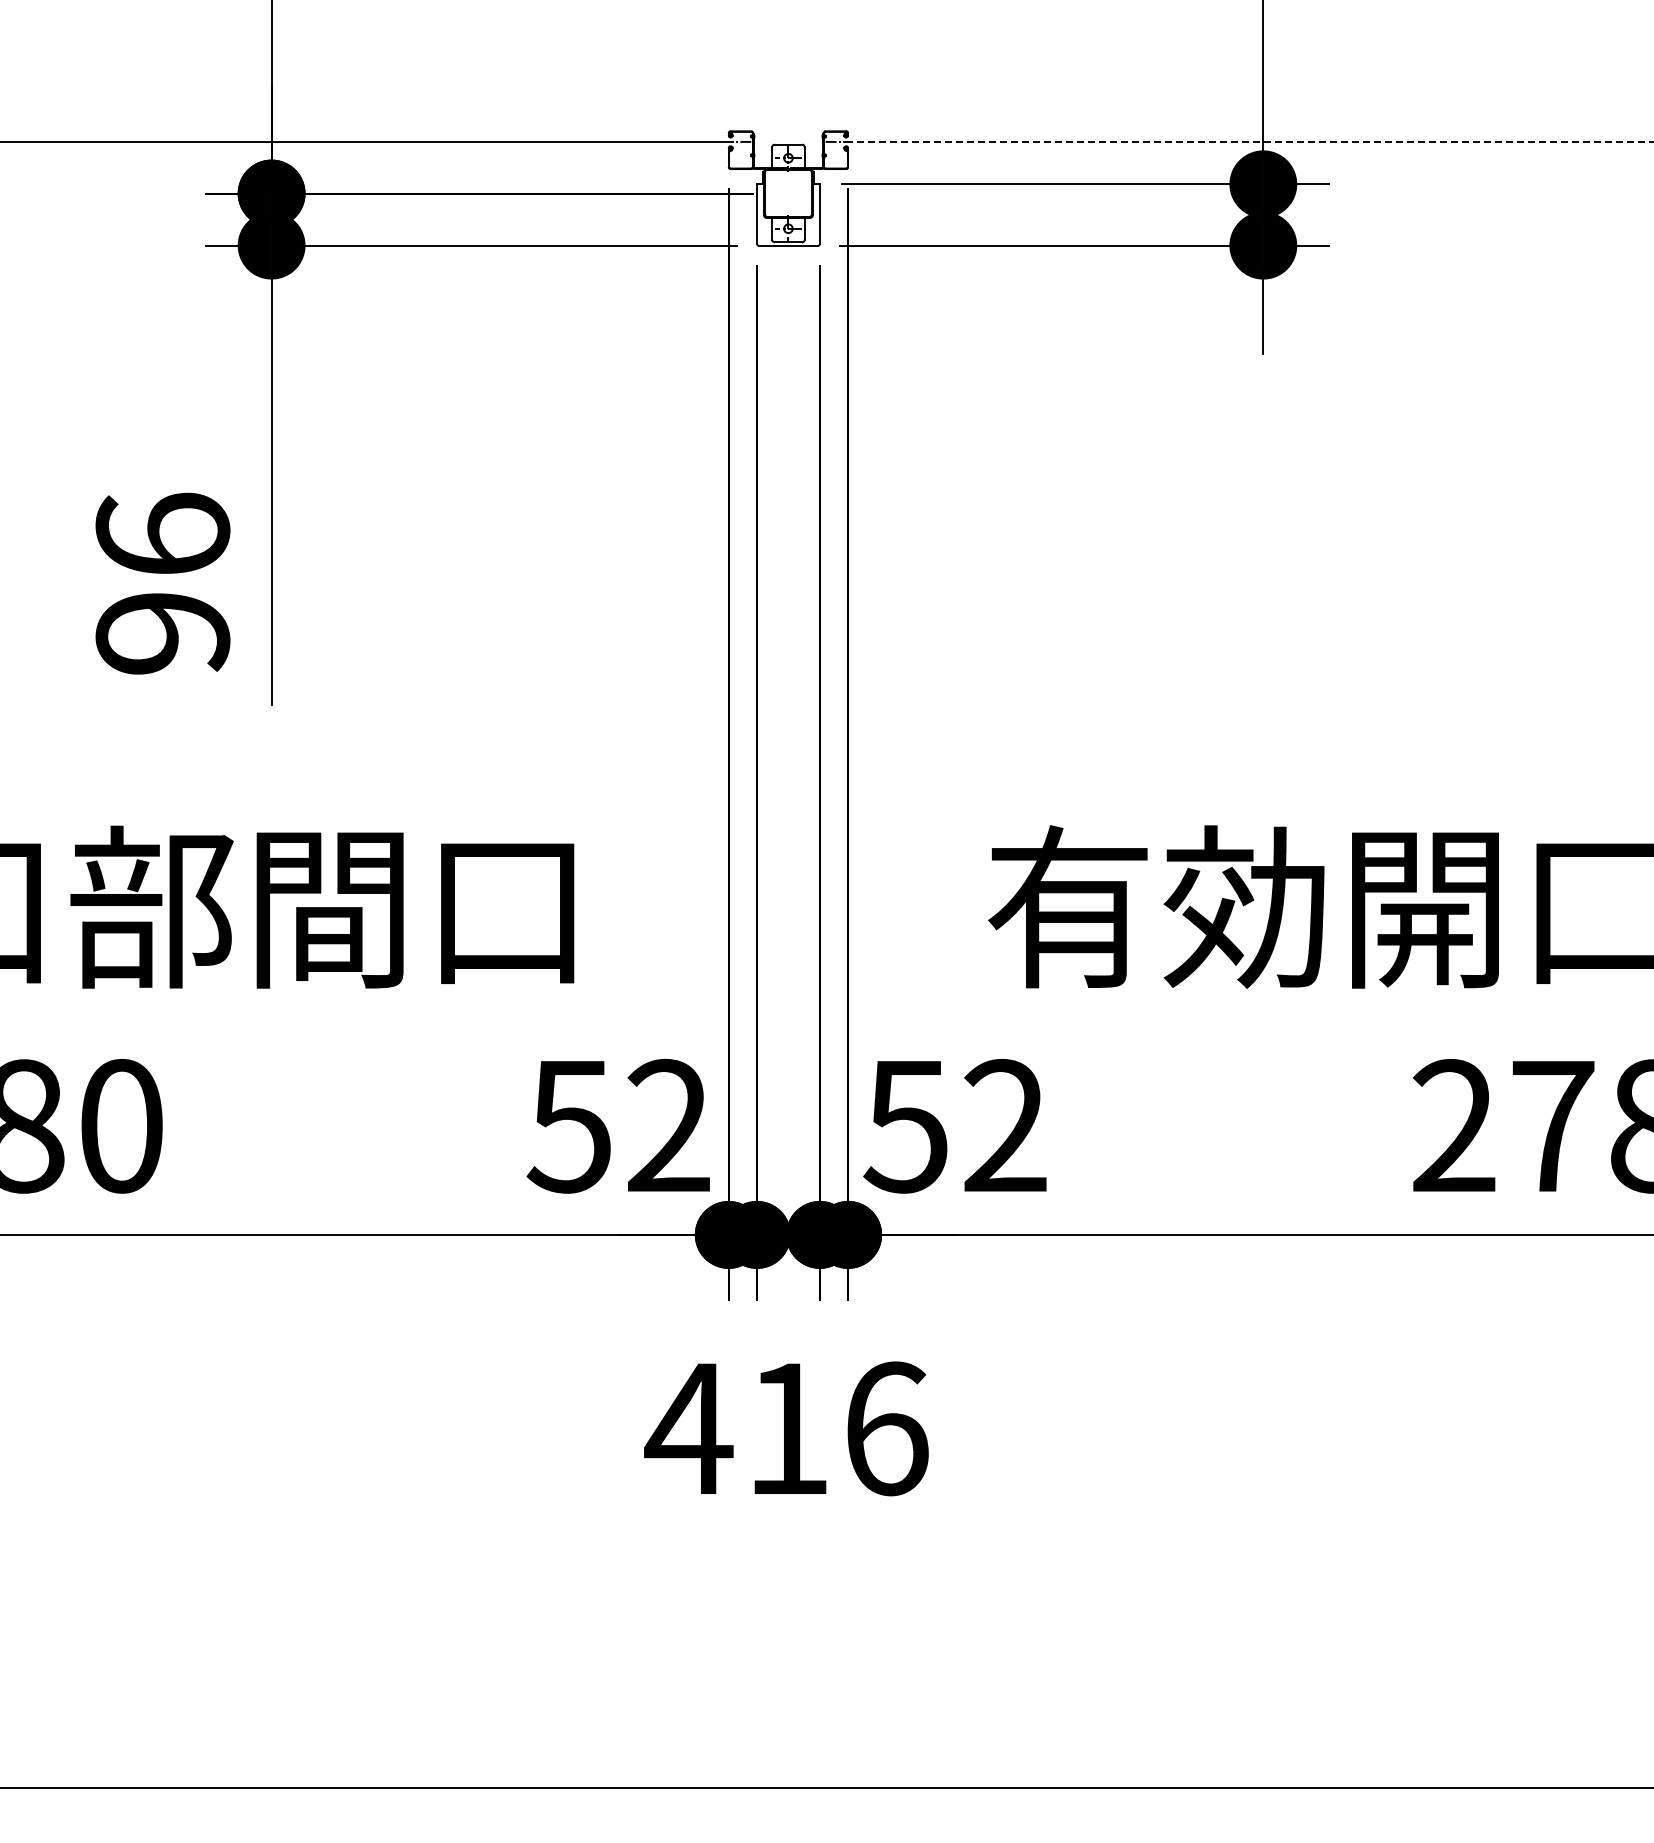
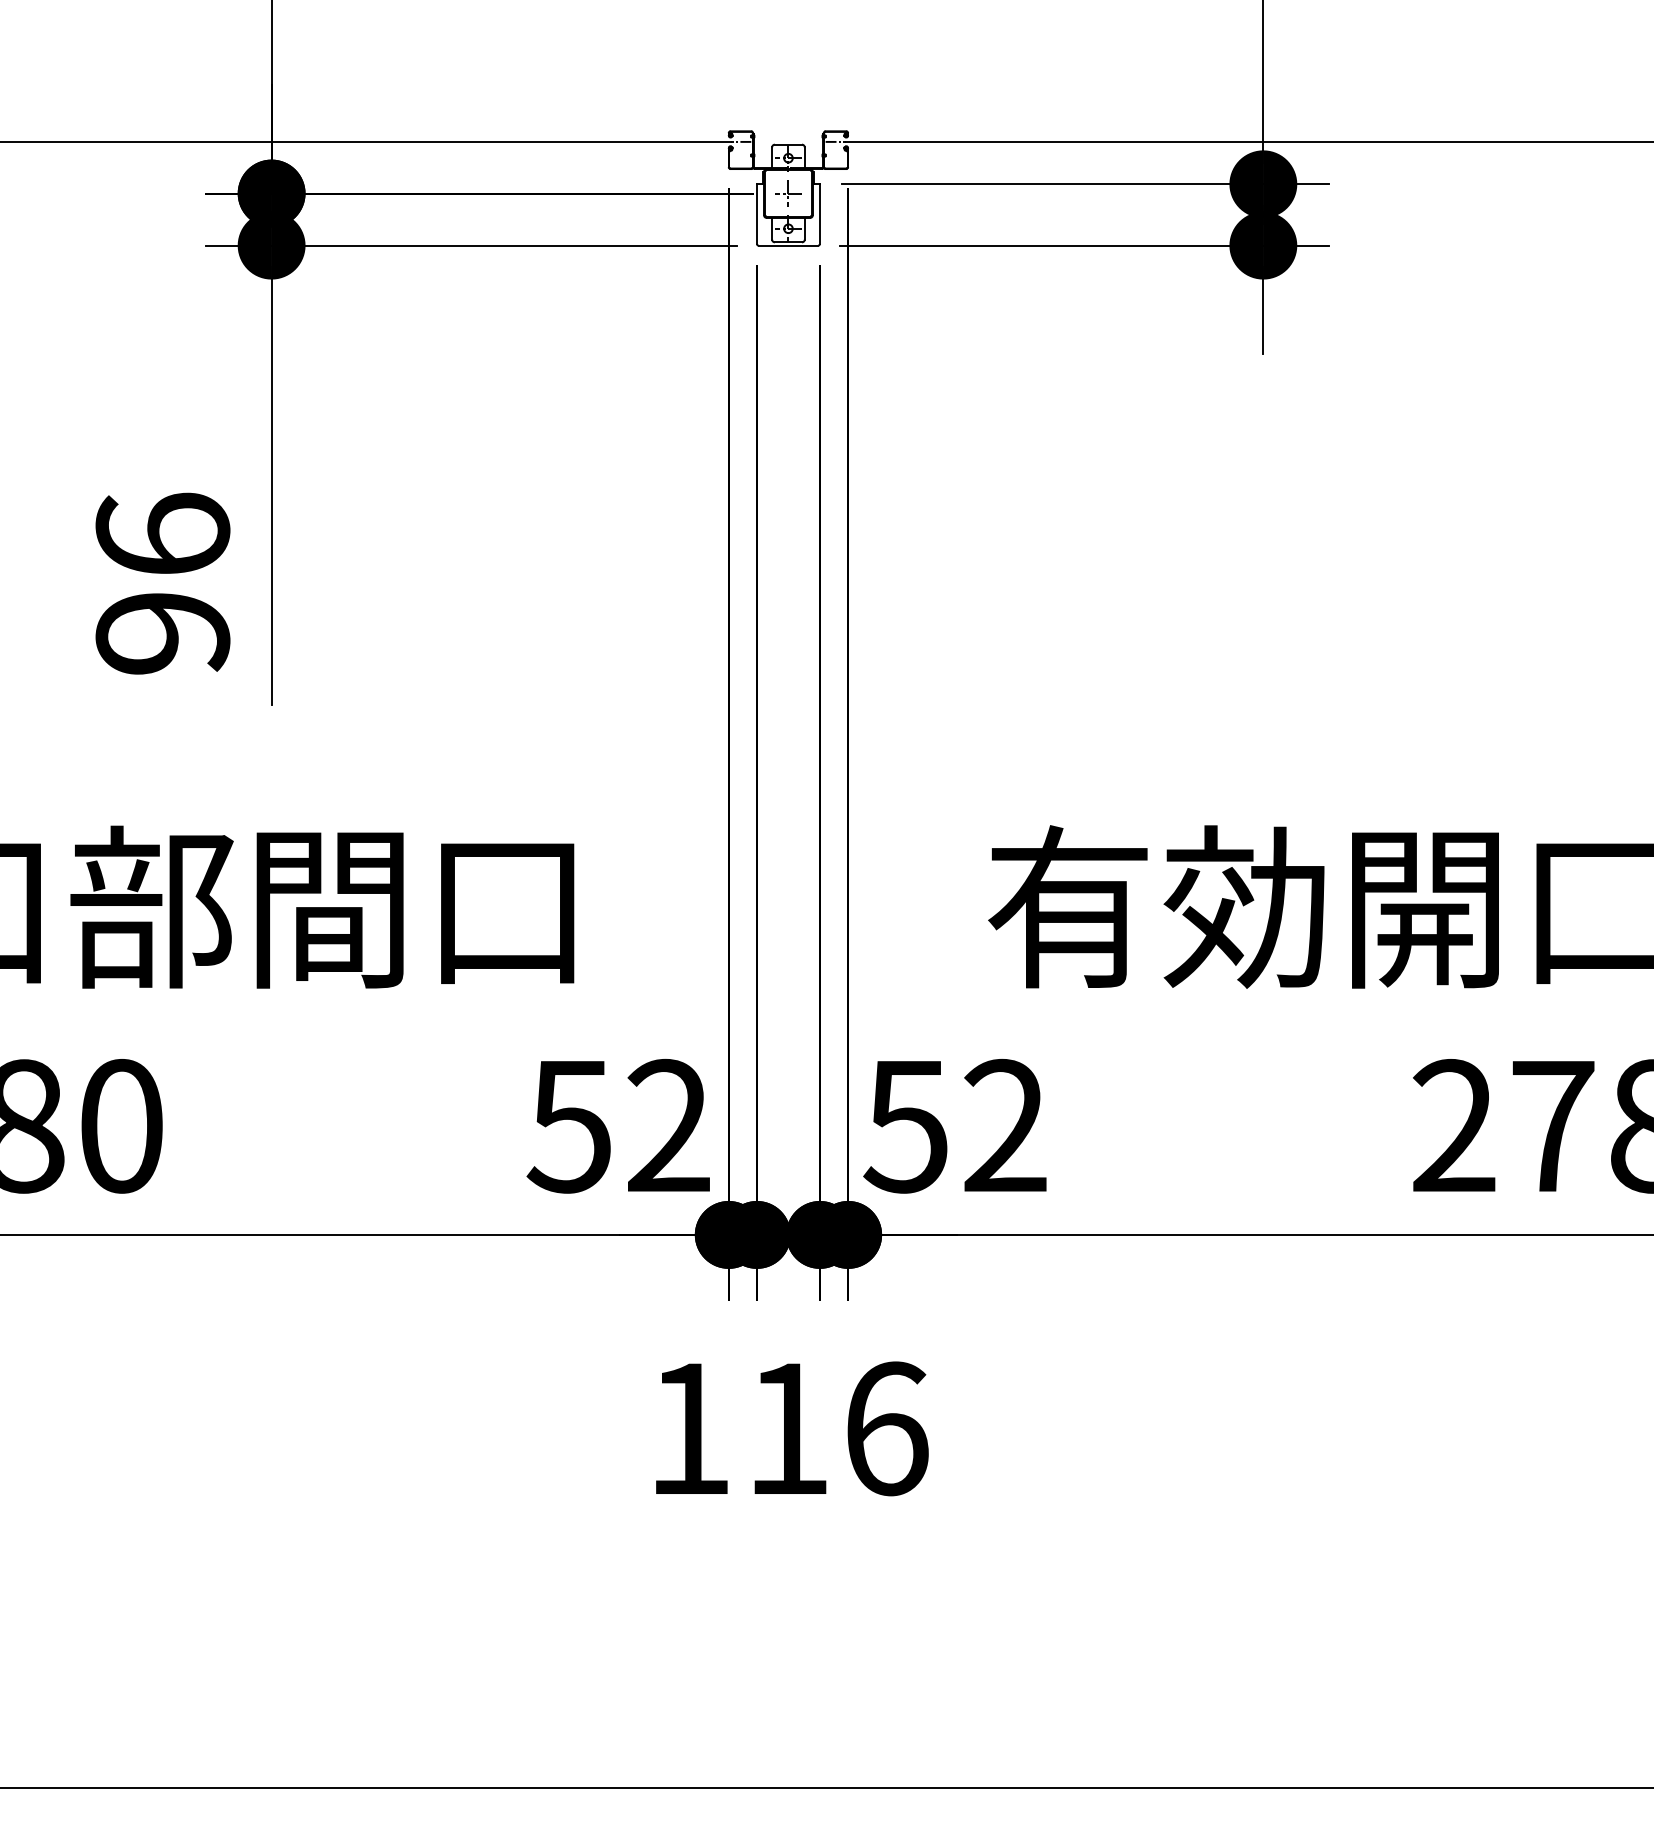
line at (1250, 141): dashed -> solid
part at (788, 193): none -> present
text at (688, 1428): 416 -> 116
